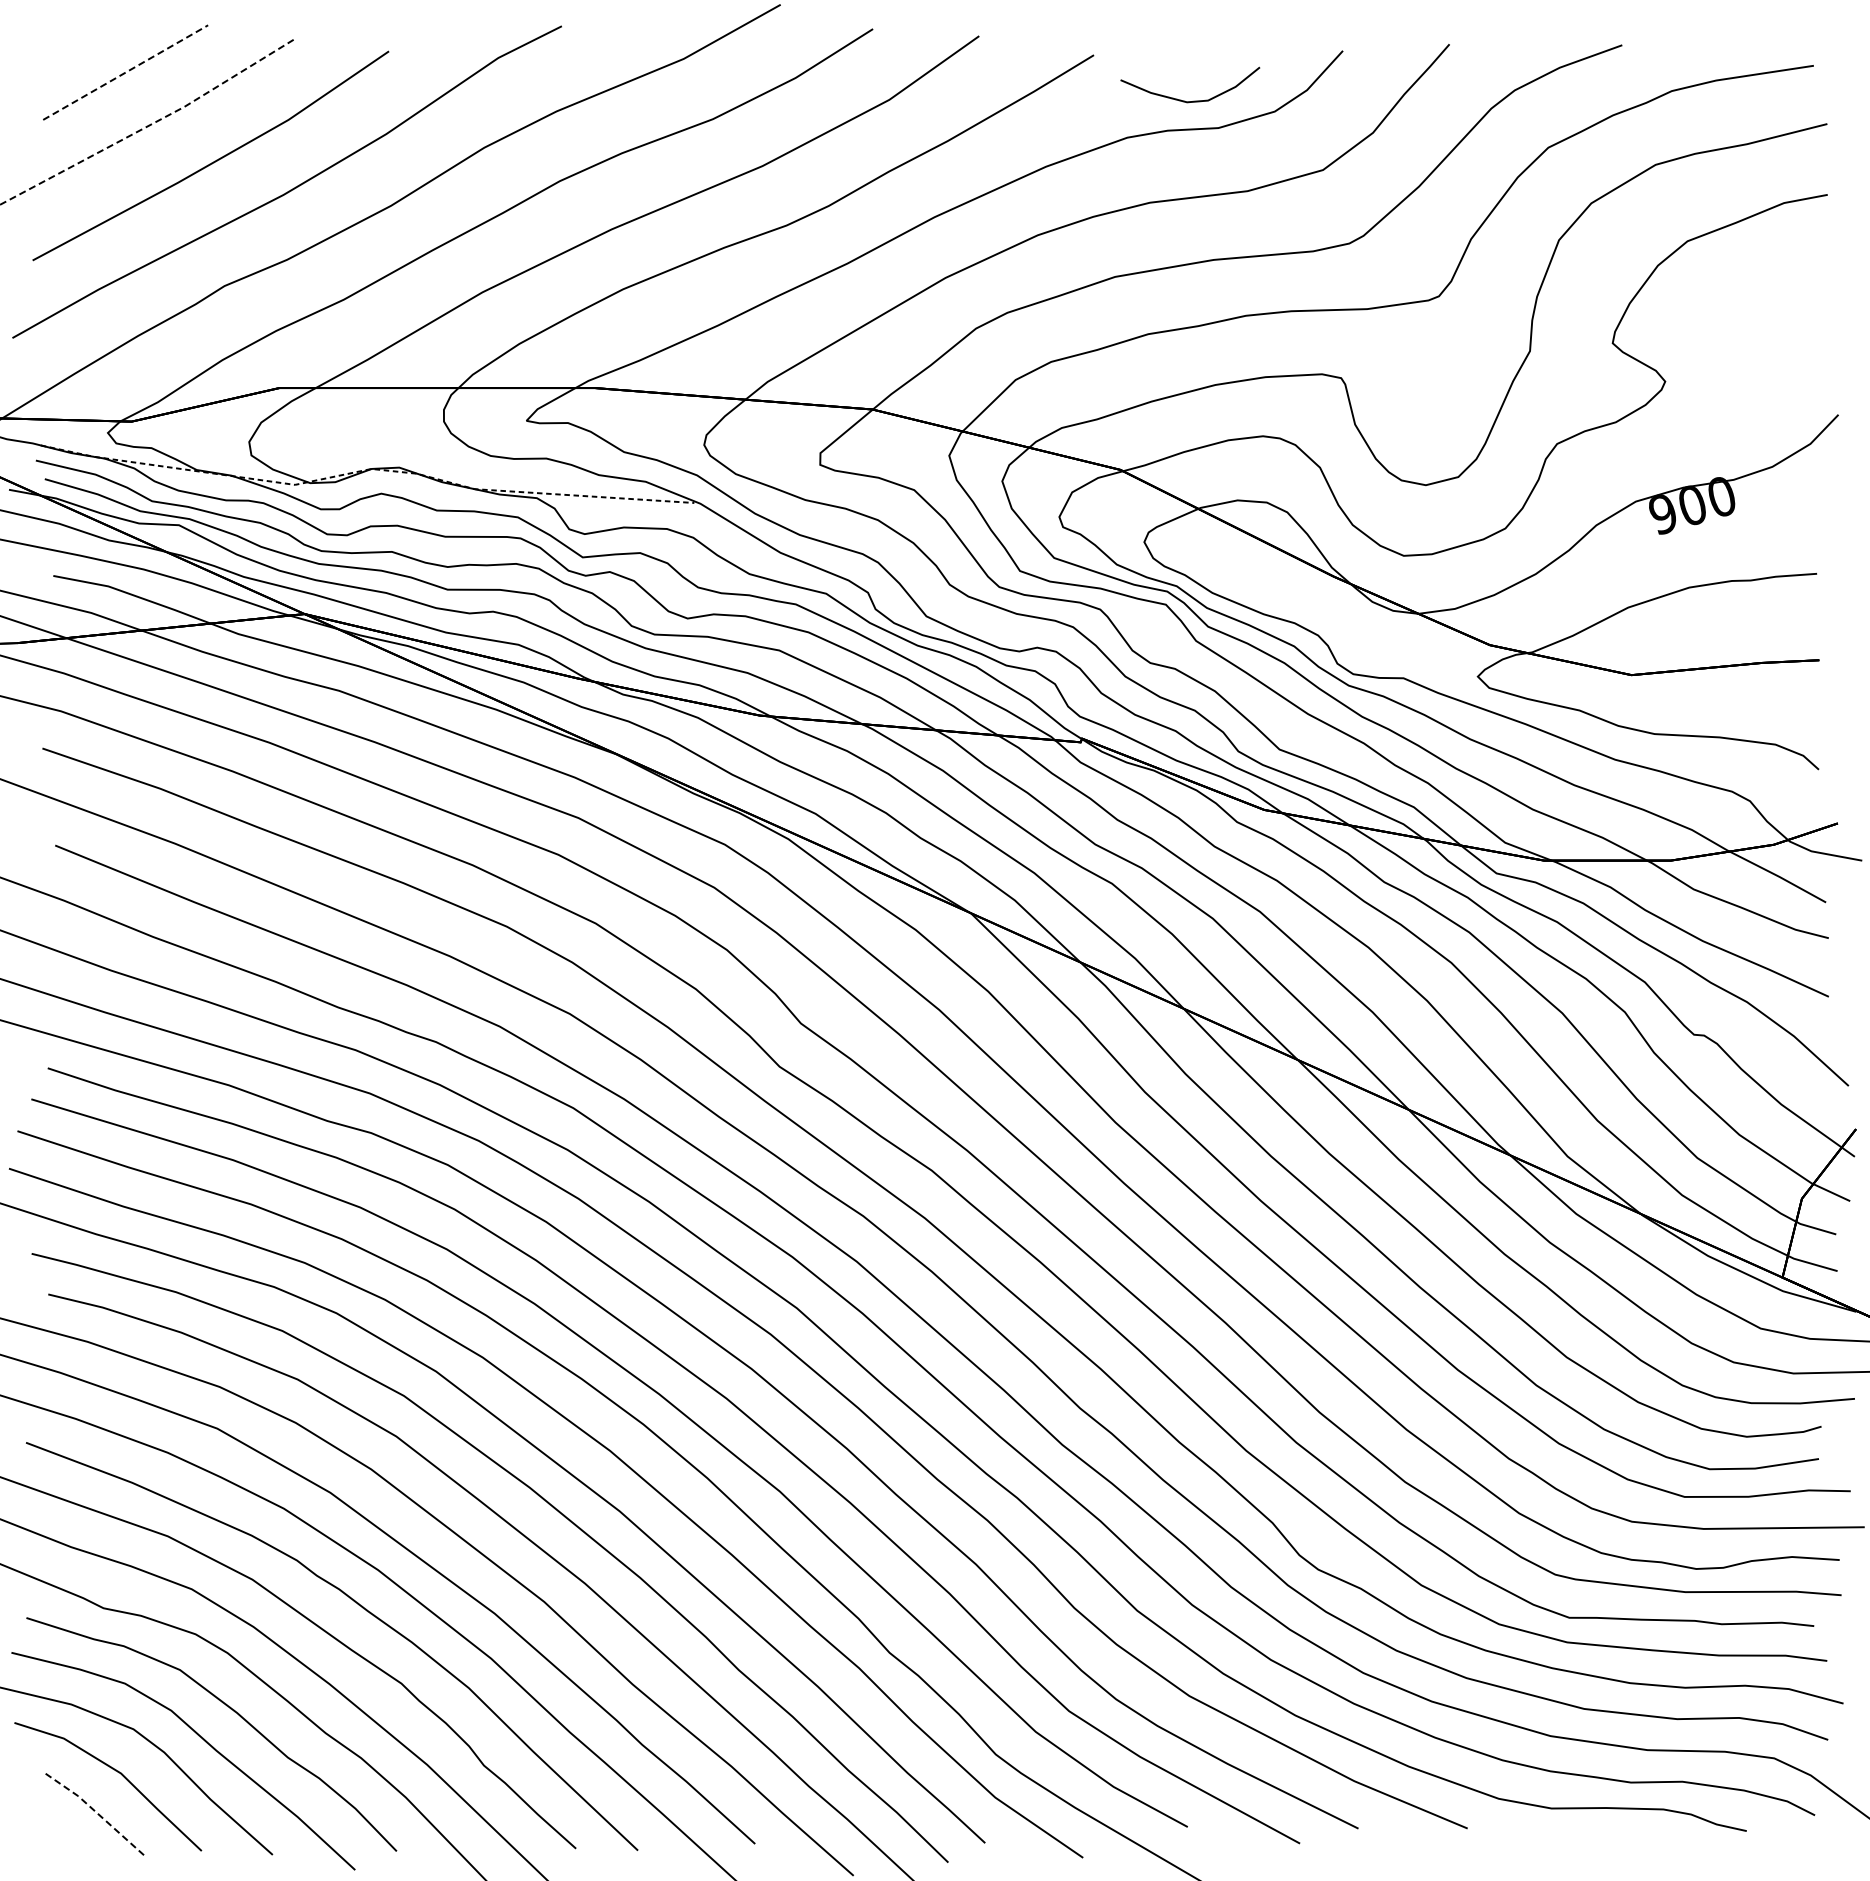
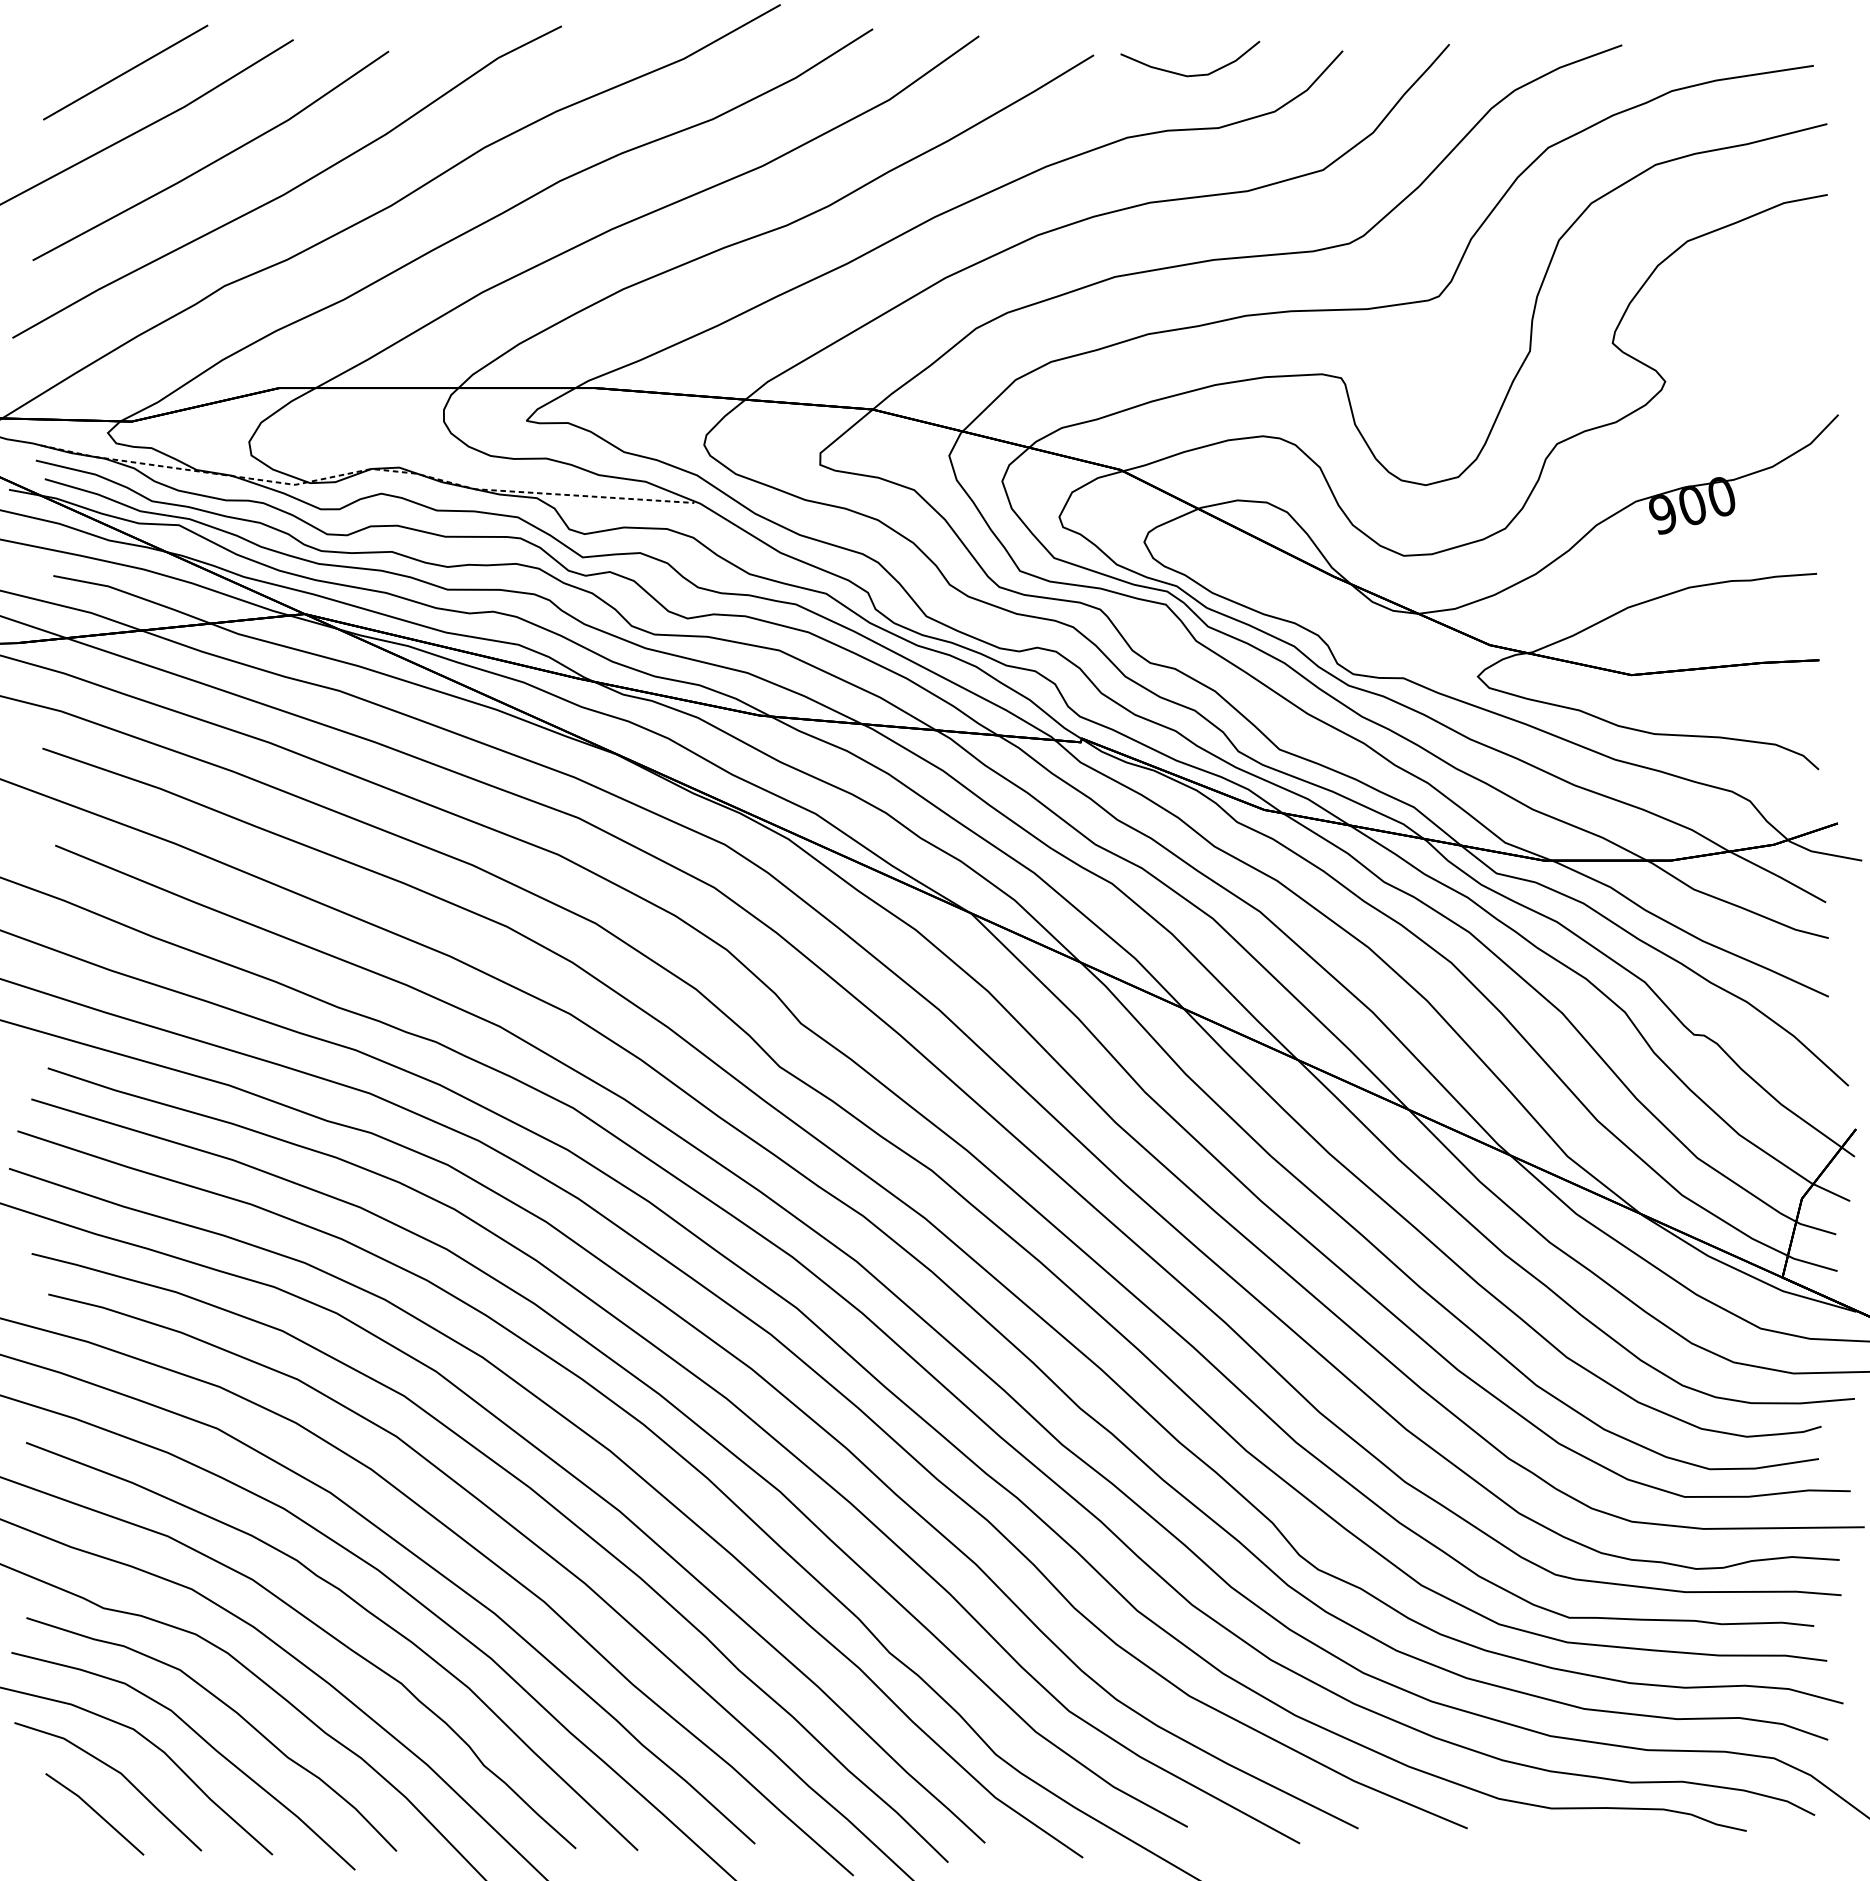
line at (126, 72): dashed -> solid
curve at (1193, 100) position: (1193, 100) -> (1193, 74)
line at (149, 125): dashed -> solid
line at (95, 1812): dashed -> solid
